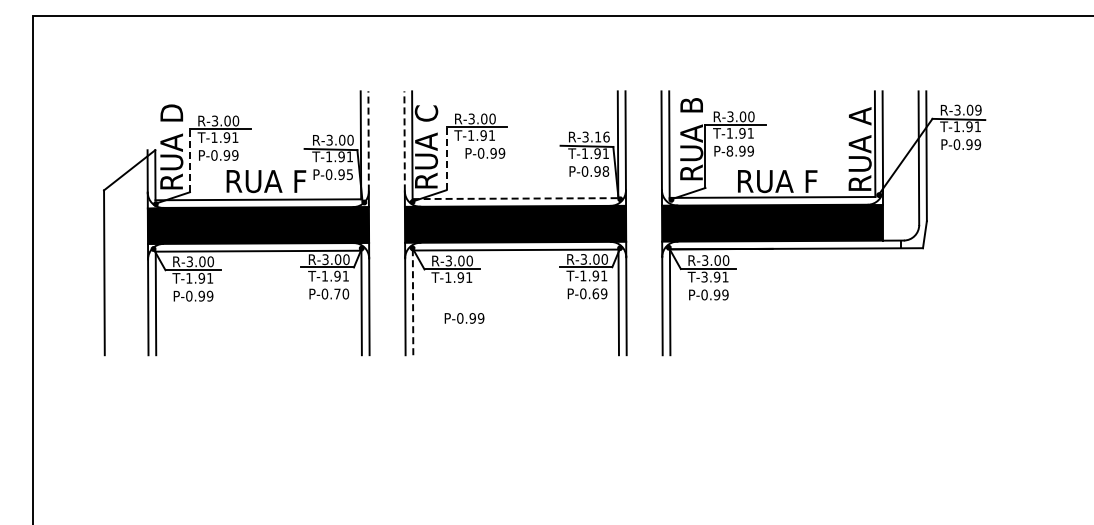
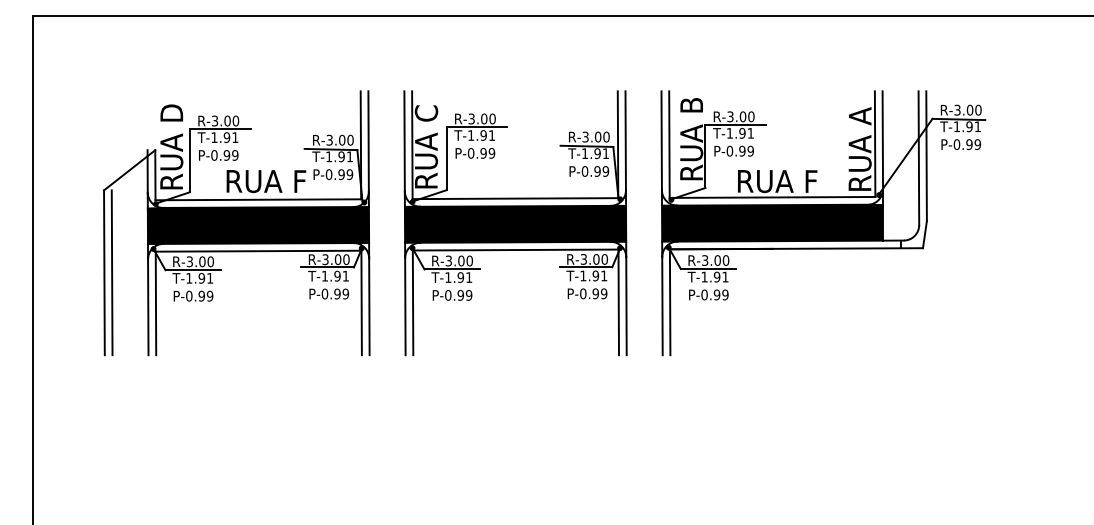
text at (978, 110): R-3.09 -> R-3.00
text at (602, 136): R-3.16 -> R-3.00
line at (368, 140): dashed -> solid
line at (404, 140): dashed -> solid
text at (729, 151): P-8.99 -> P-0.99
text at (485, 153) position: (485, 153) -> (475, 153)
line at (446, 158): dashed -> solid
line at (189, 160): dashed -> solid
text at (605, 171): P-0.98 -> P-0.99
text at (349, 174): P-0.95 -> P-0.99
line at (515, 198): dashed -> solid
line at (111, 272): none -> present
text at (704, 276): T-3.91 -> T-1.91
text at (341, 293): P-0.70 -> P-0.99
text at (595, 293): P-0.69 -> P-0.99
line at (413, 302): dashed -> solid
text at (464, 318) position: (464, 318) -> (452, 295)
